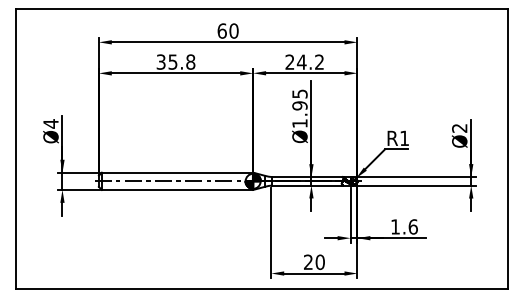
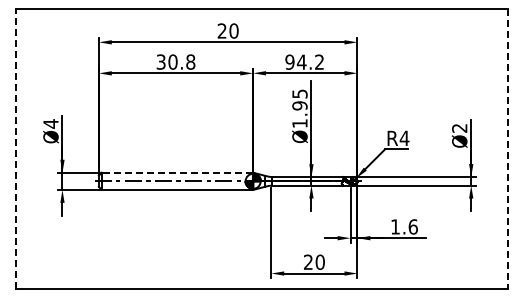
text at (221, 30): 60 -> 20
text at (172, 61): 35.8 -> 30.8
text at (289, 61): 24.2 -> 94.2
text at (404, 137): R1 -> R4
line at (15, 148): solid -> dashed
line at (508, 149): solid -> dashed
line at (177, 172): solid -> dashed
